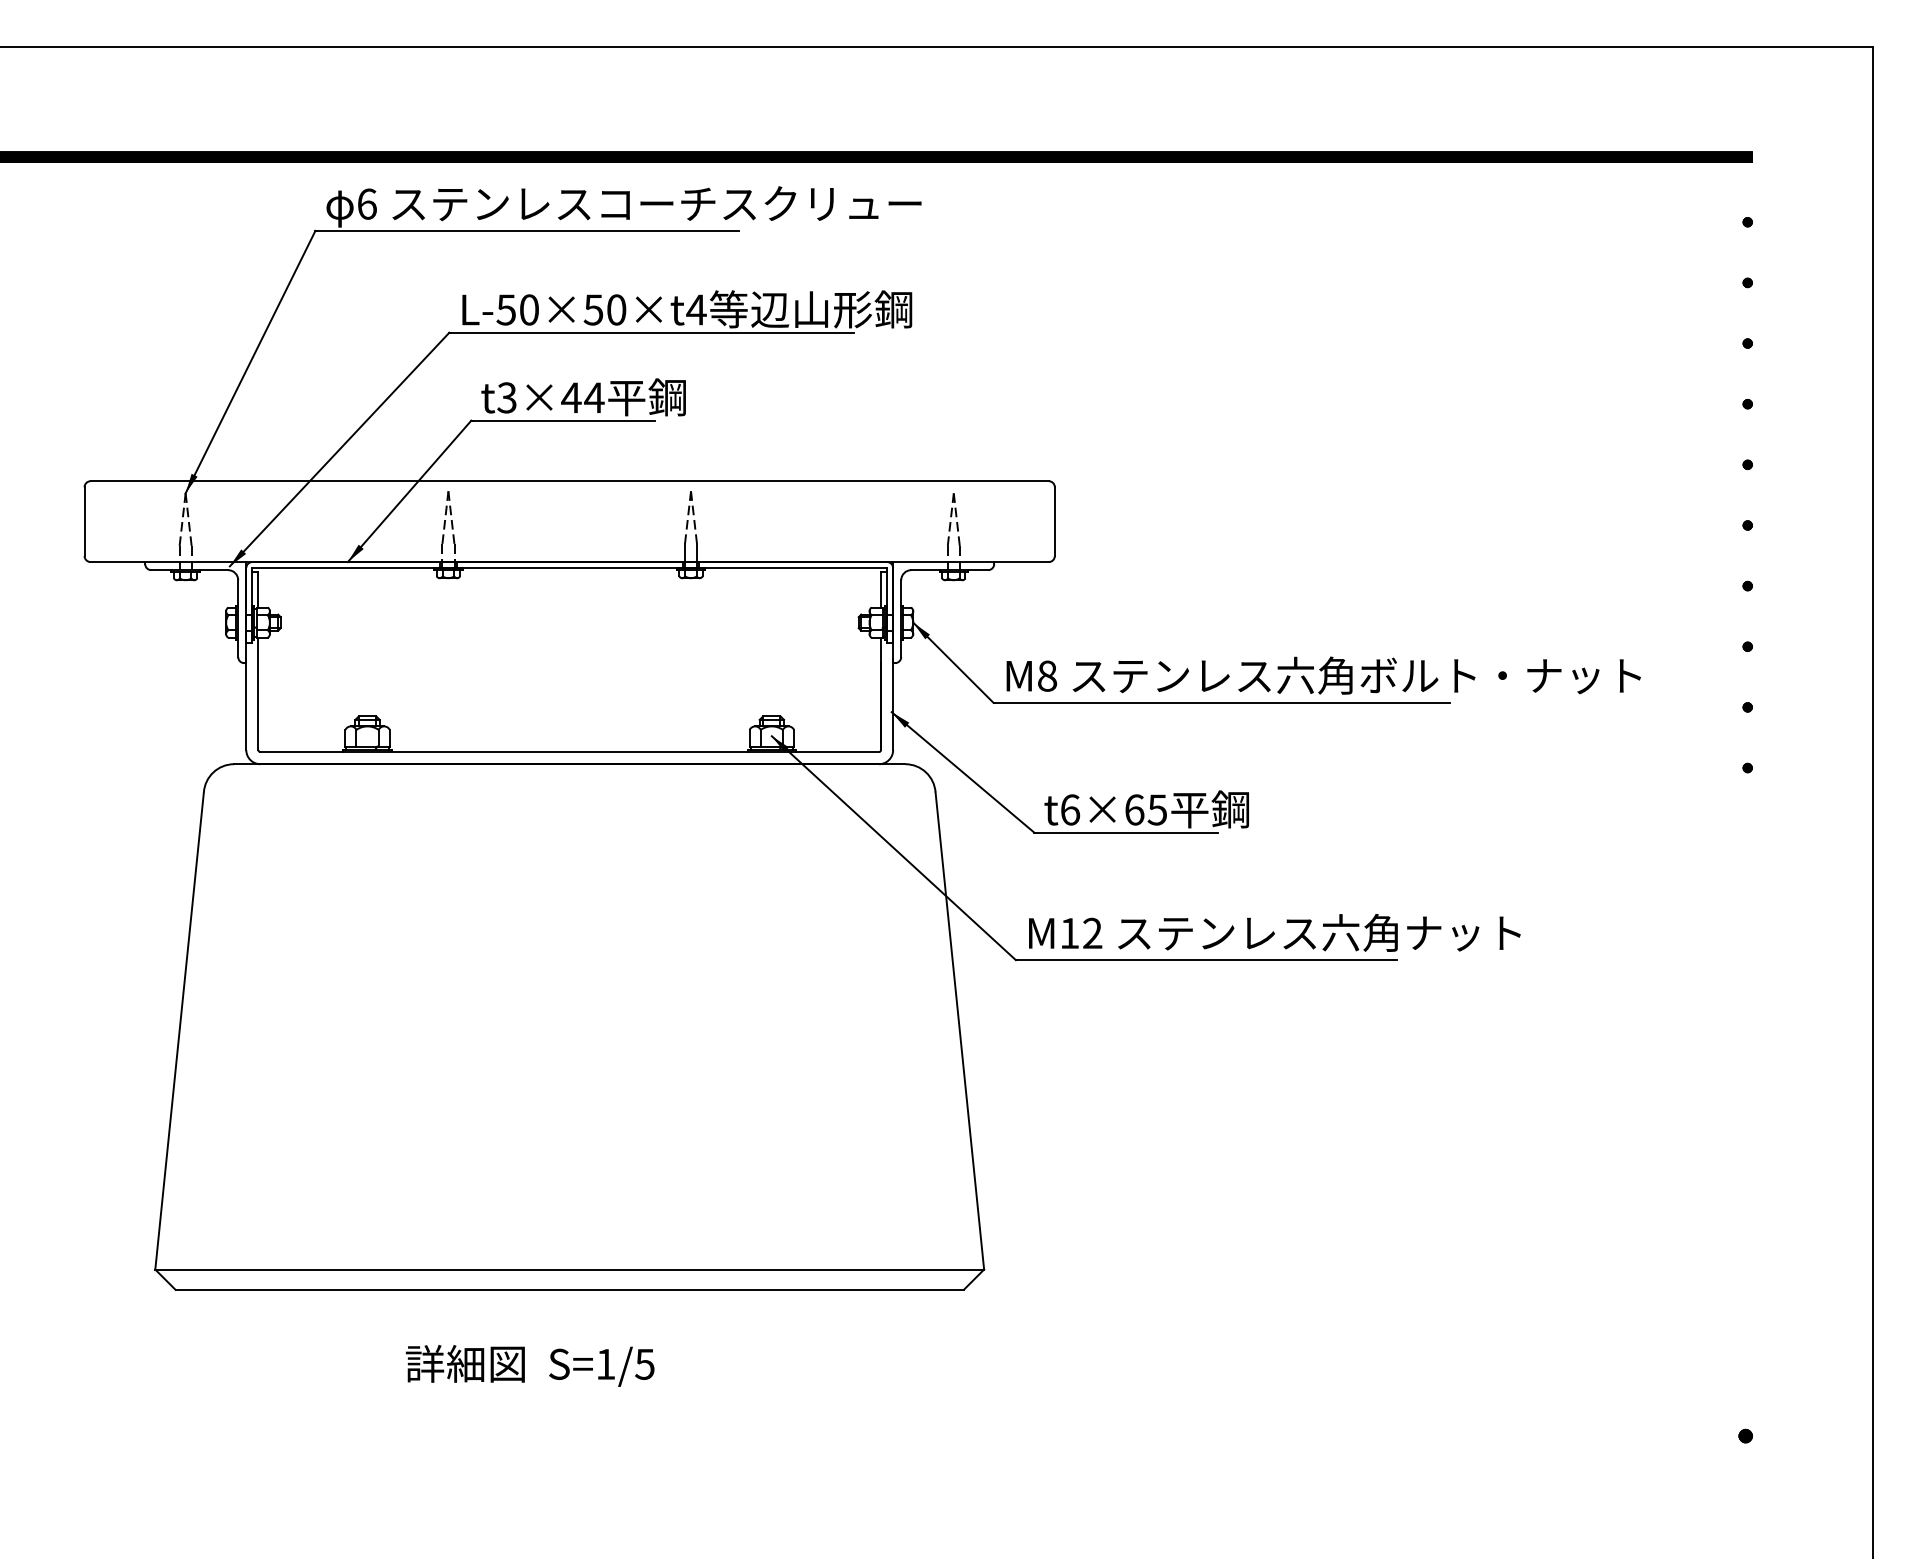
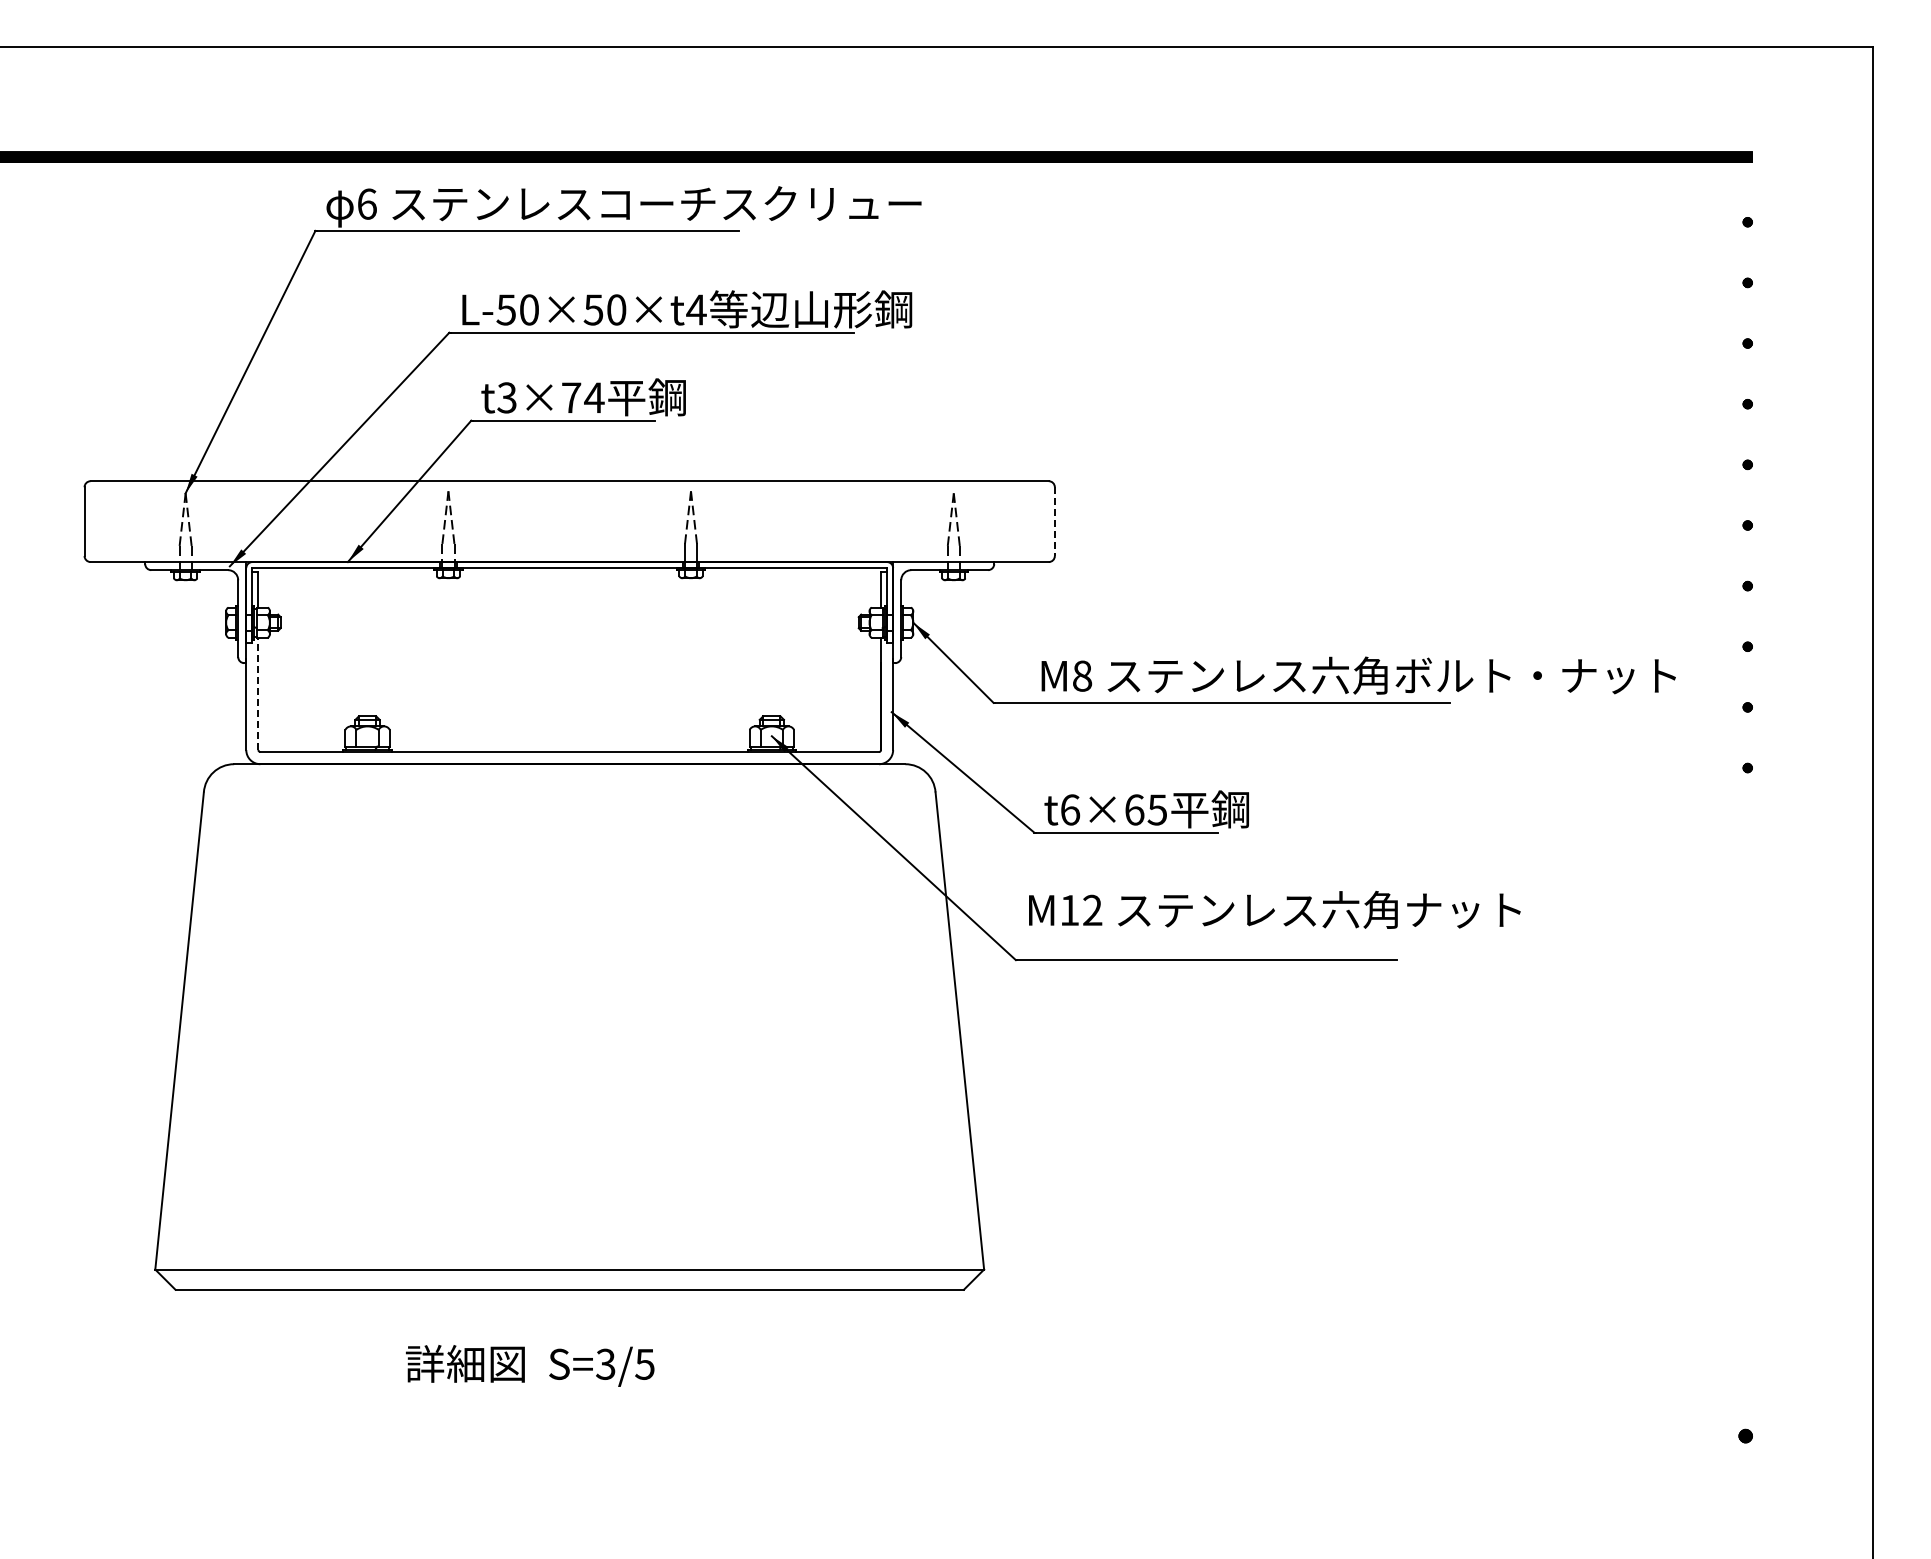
text at (571, 397): t3×44 -> t3×74
line at (1054, 522): solid -> dashed
text at (1323, 675) position: (1323, 675) -> (1358, 675)
line at (258, 693): solid -> dashed
text at (1274, 932) position: (1274, 932) -> (1274, 909)
text at (605, 1363): S=1/5 -> S=3/5
